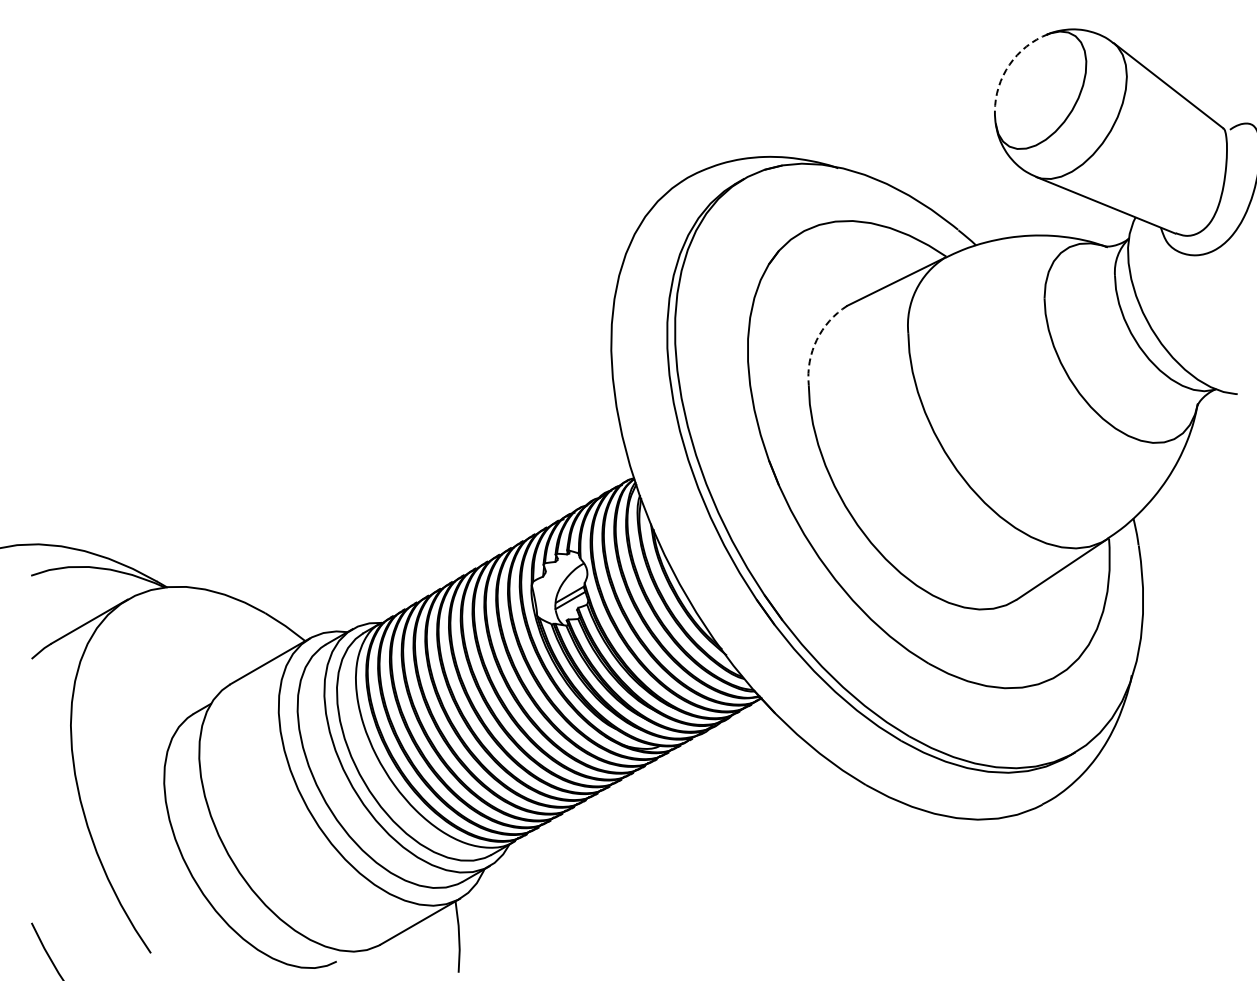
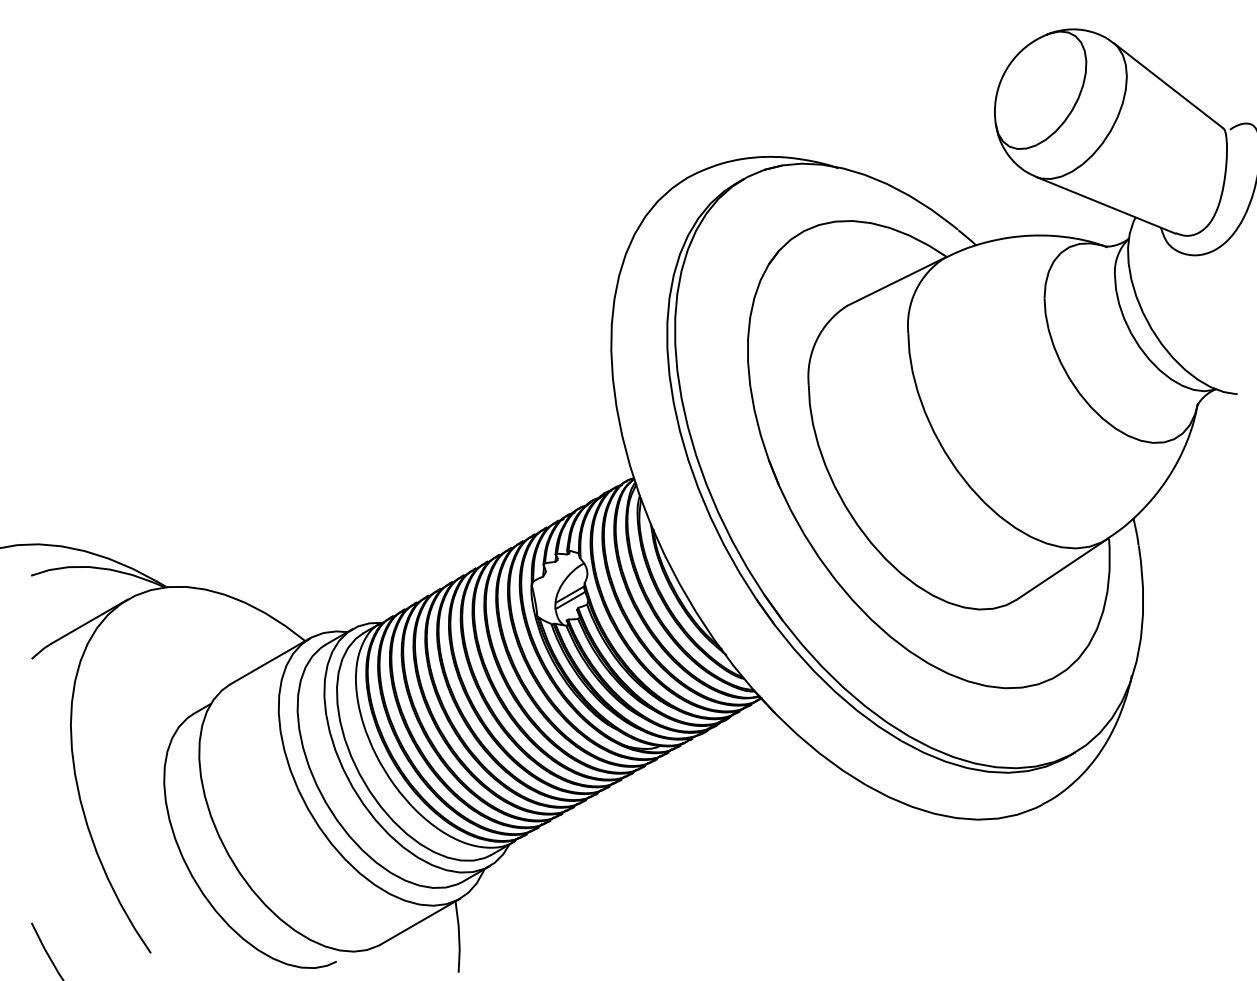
arc at (1009, 64): dashed -> solid
arc at (816, 340): dashed -> solid
